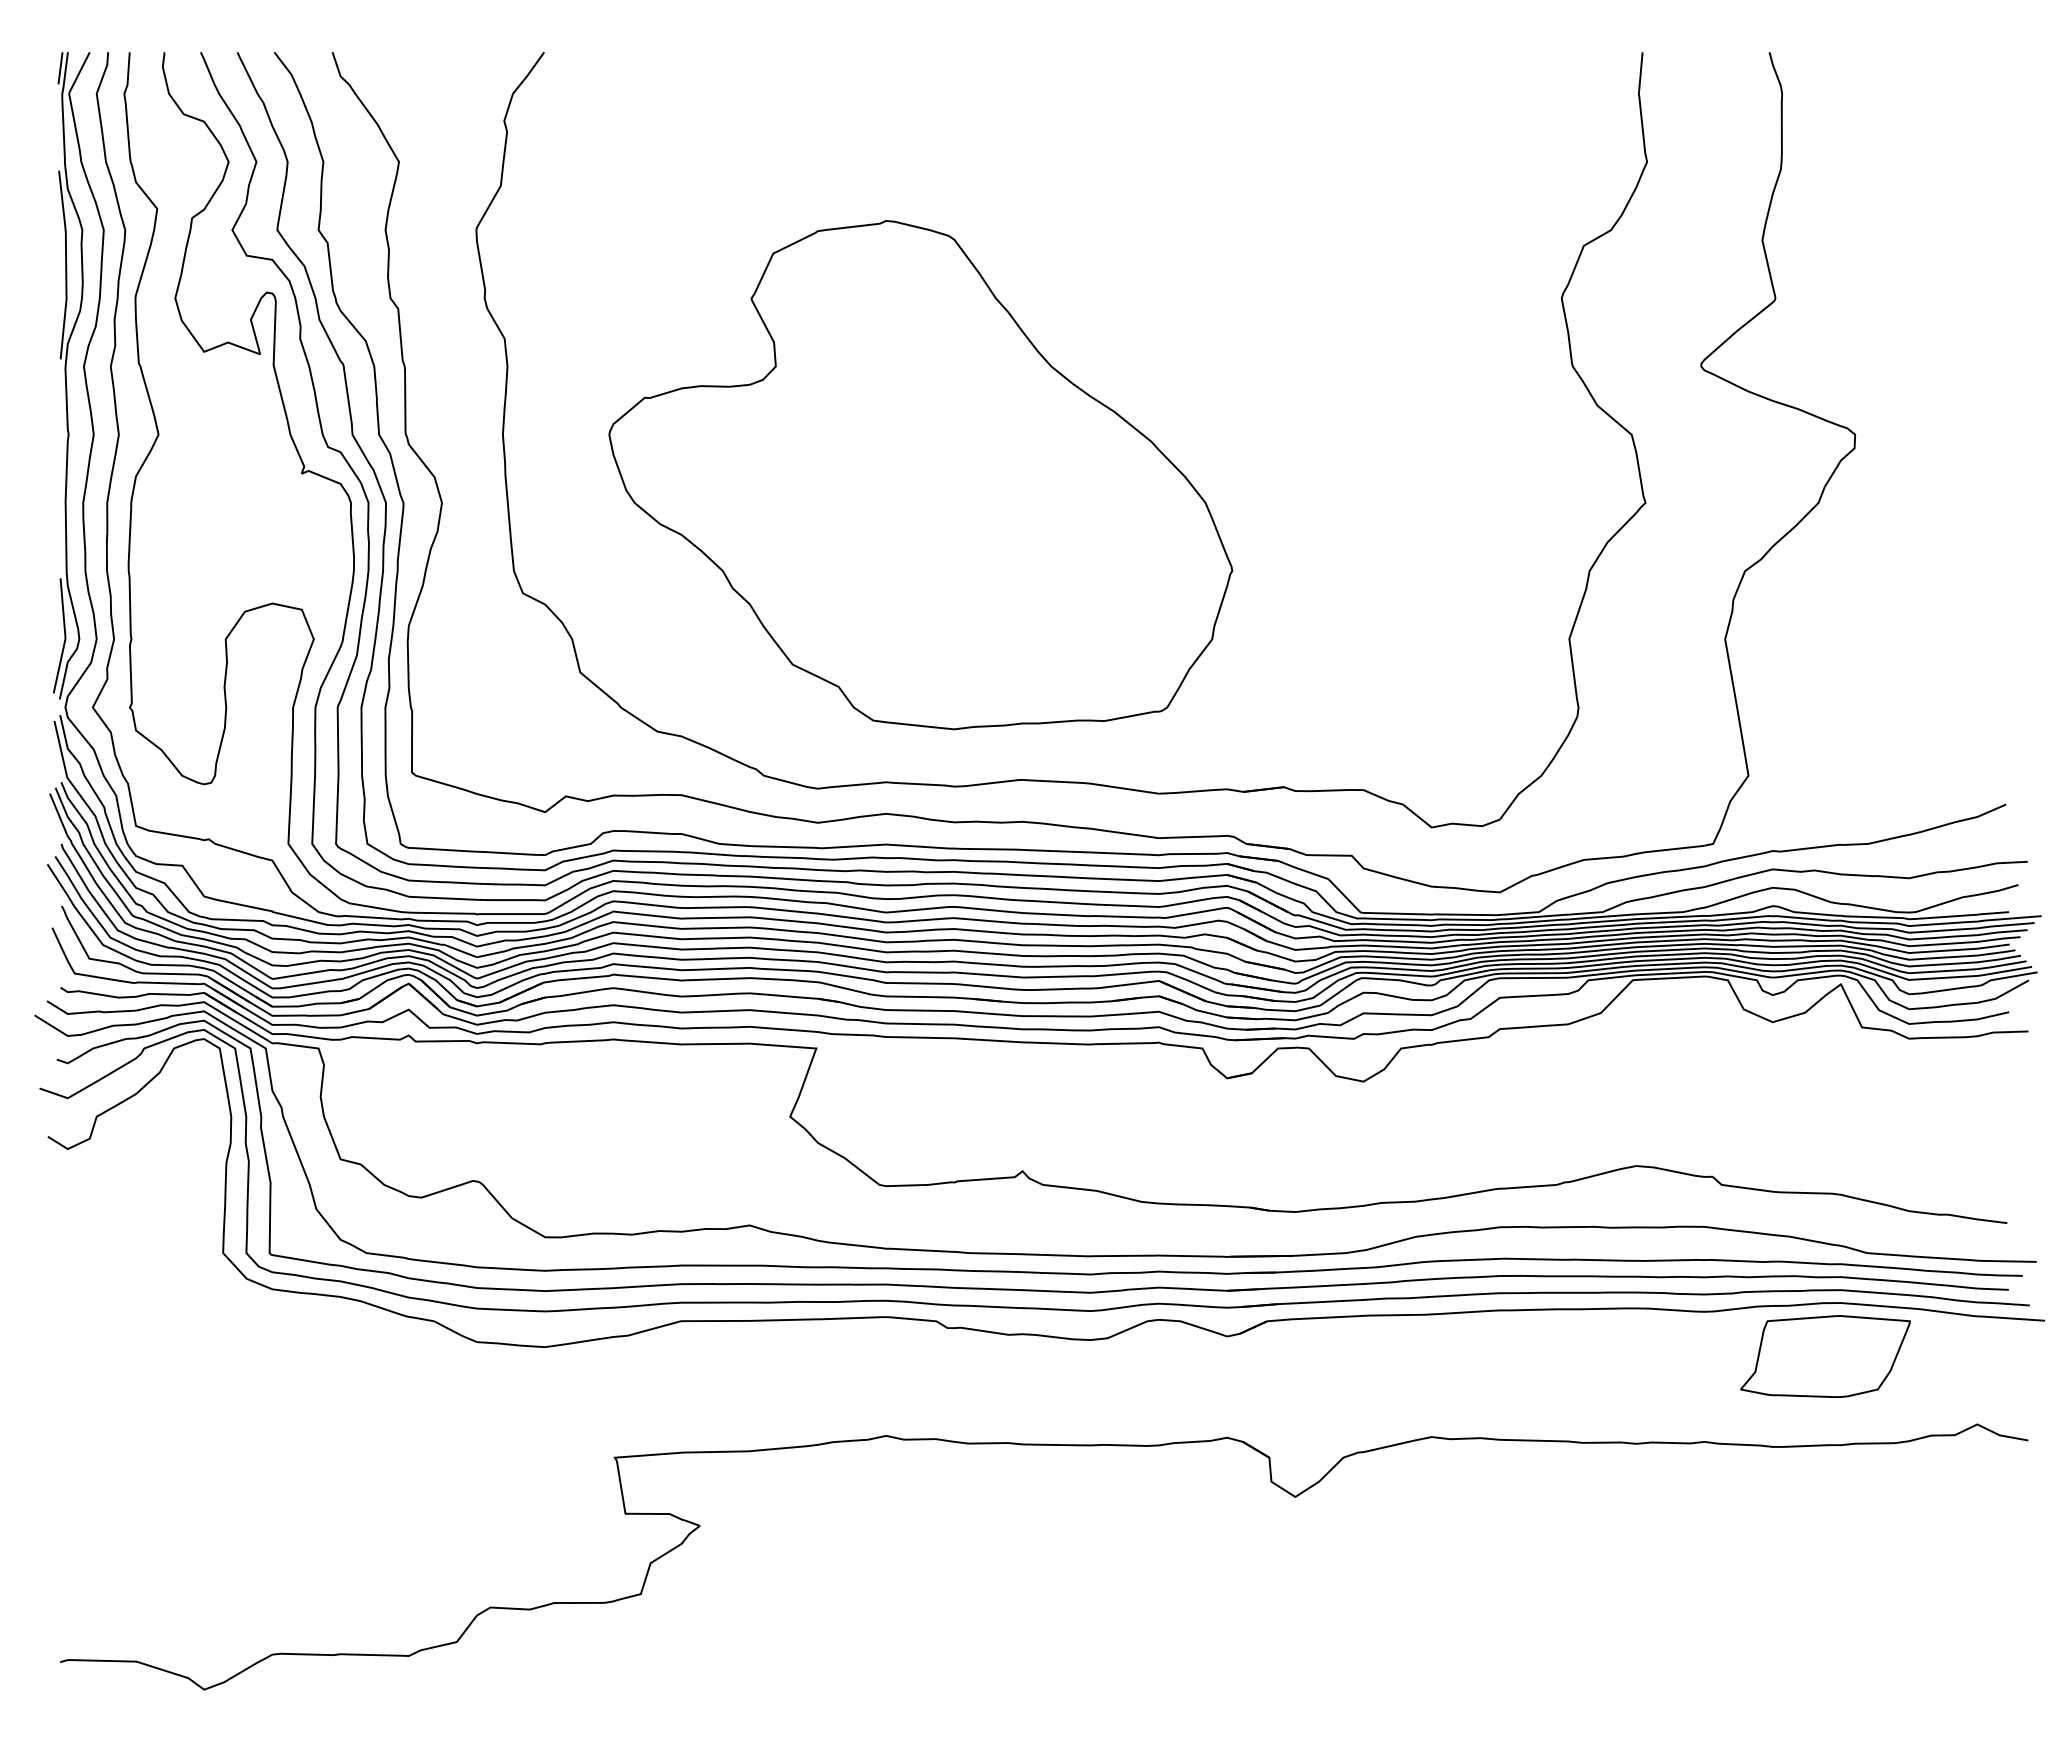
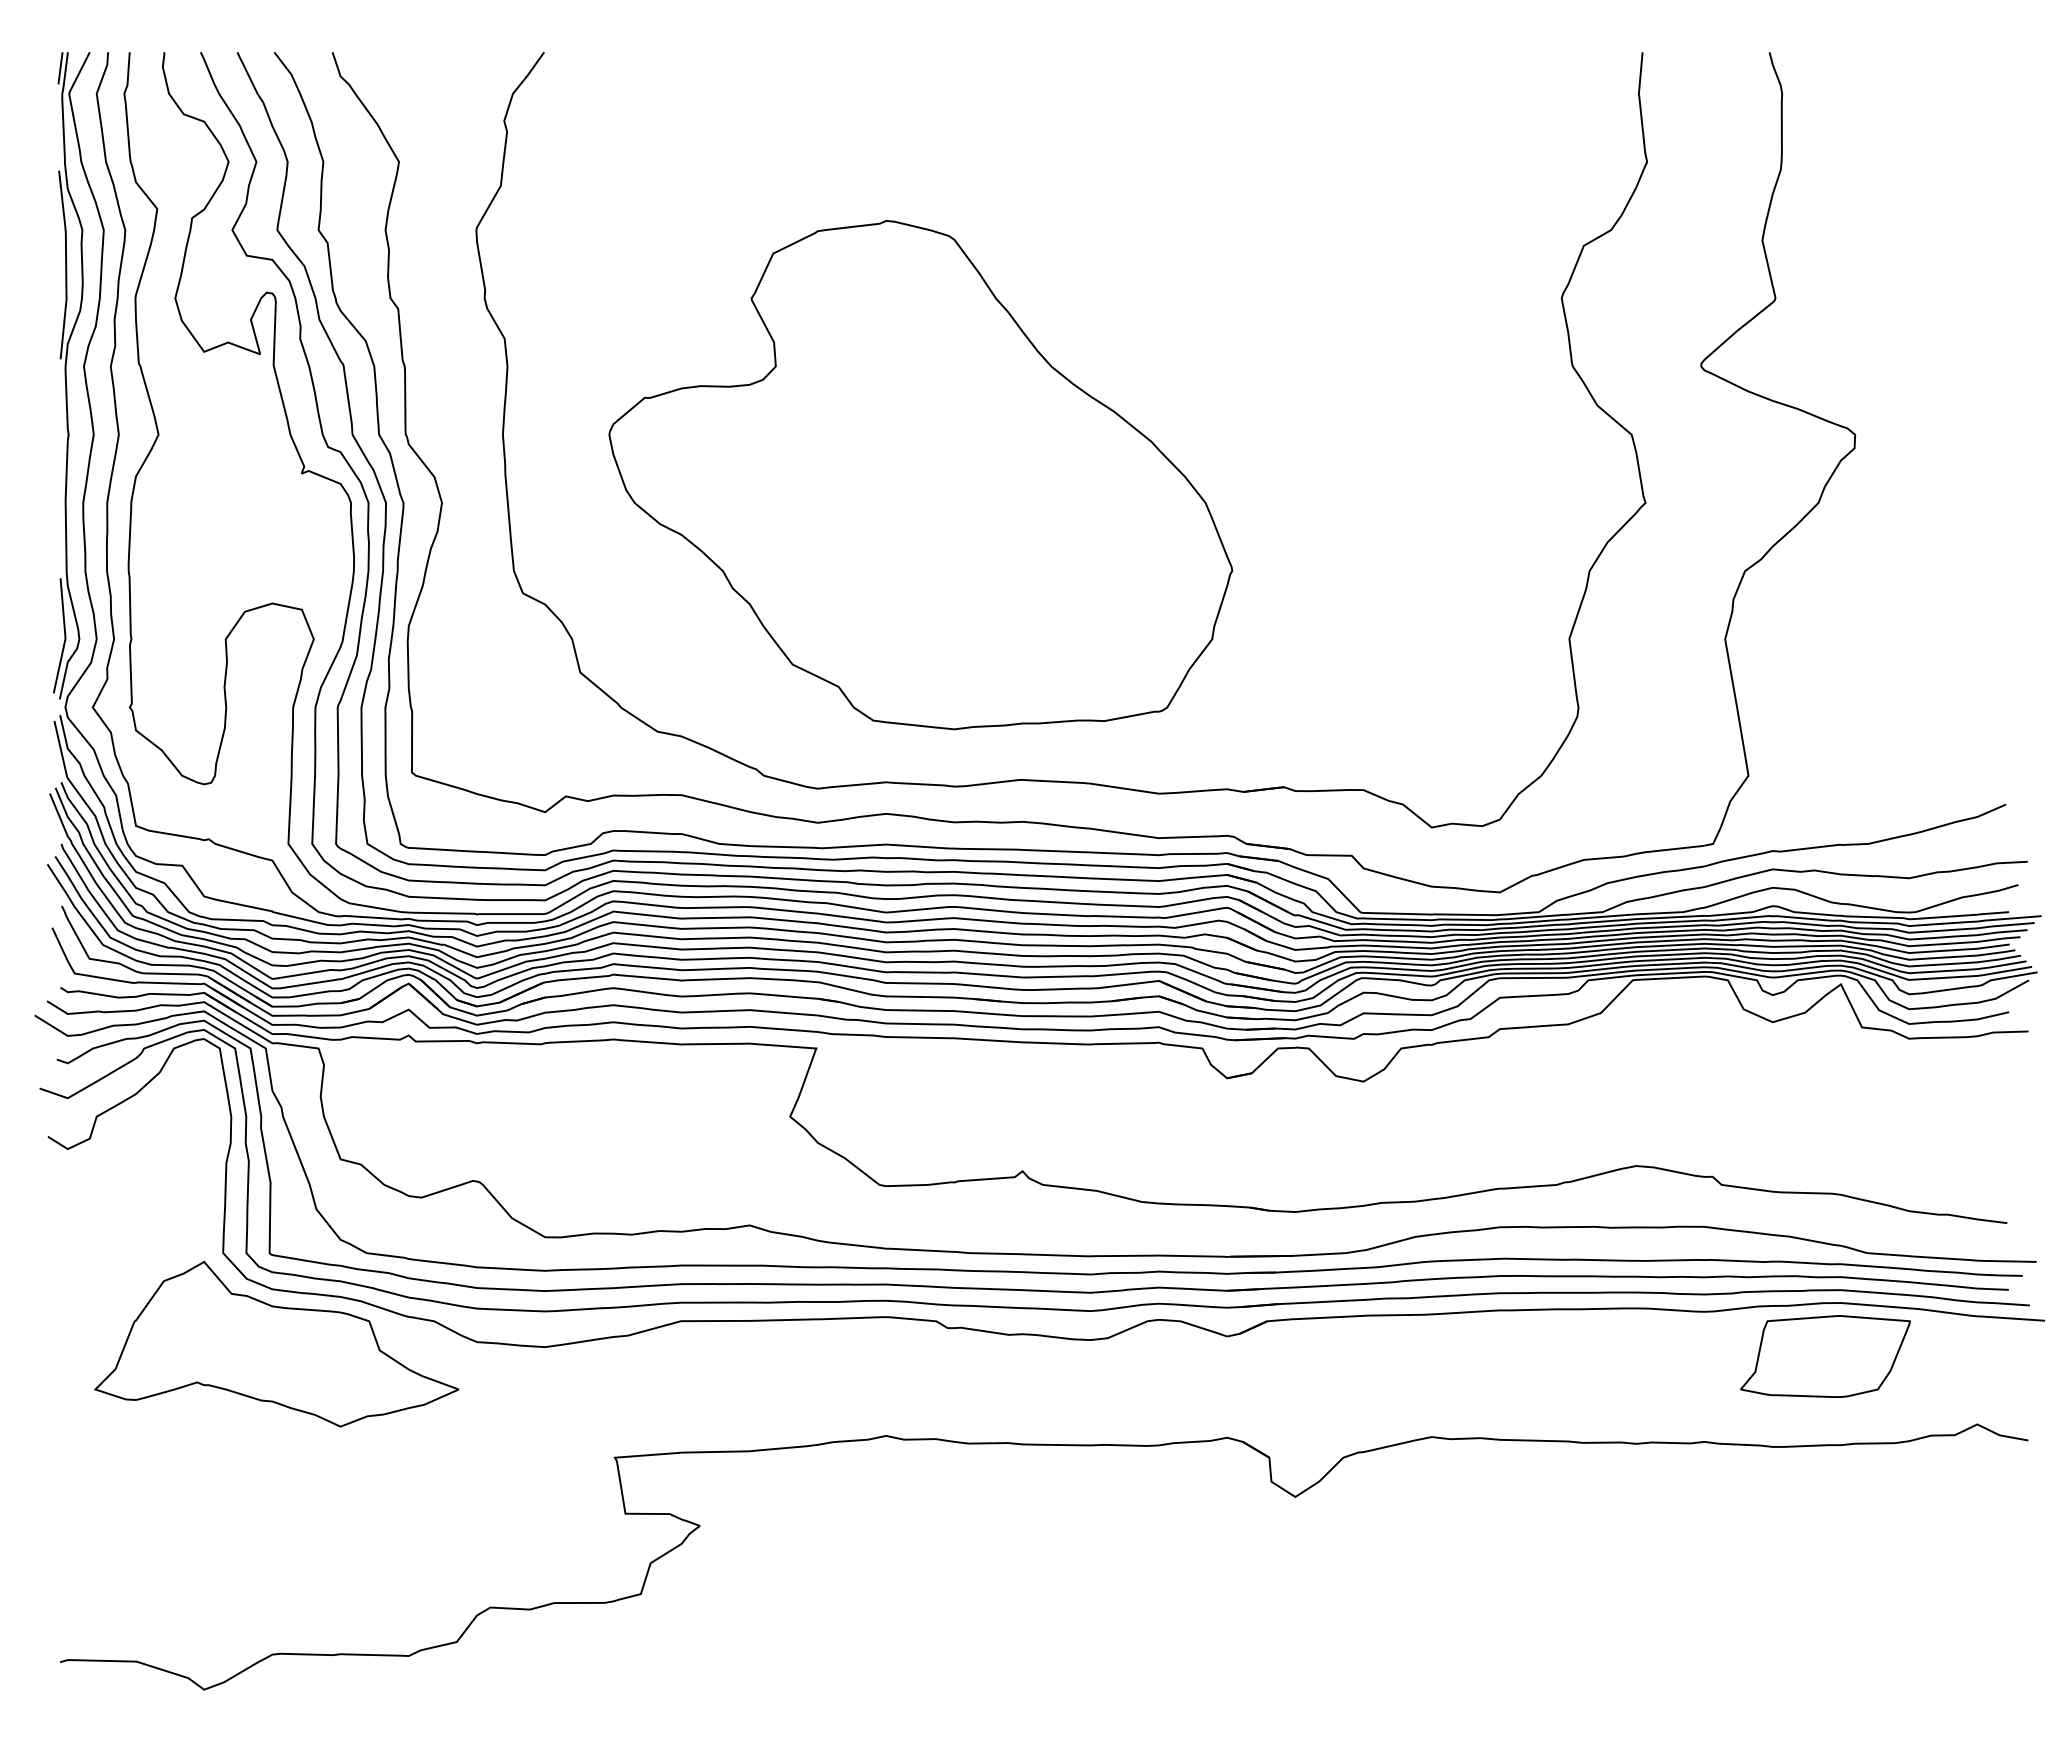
part at (276, 1343): none -> present
